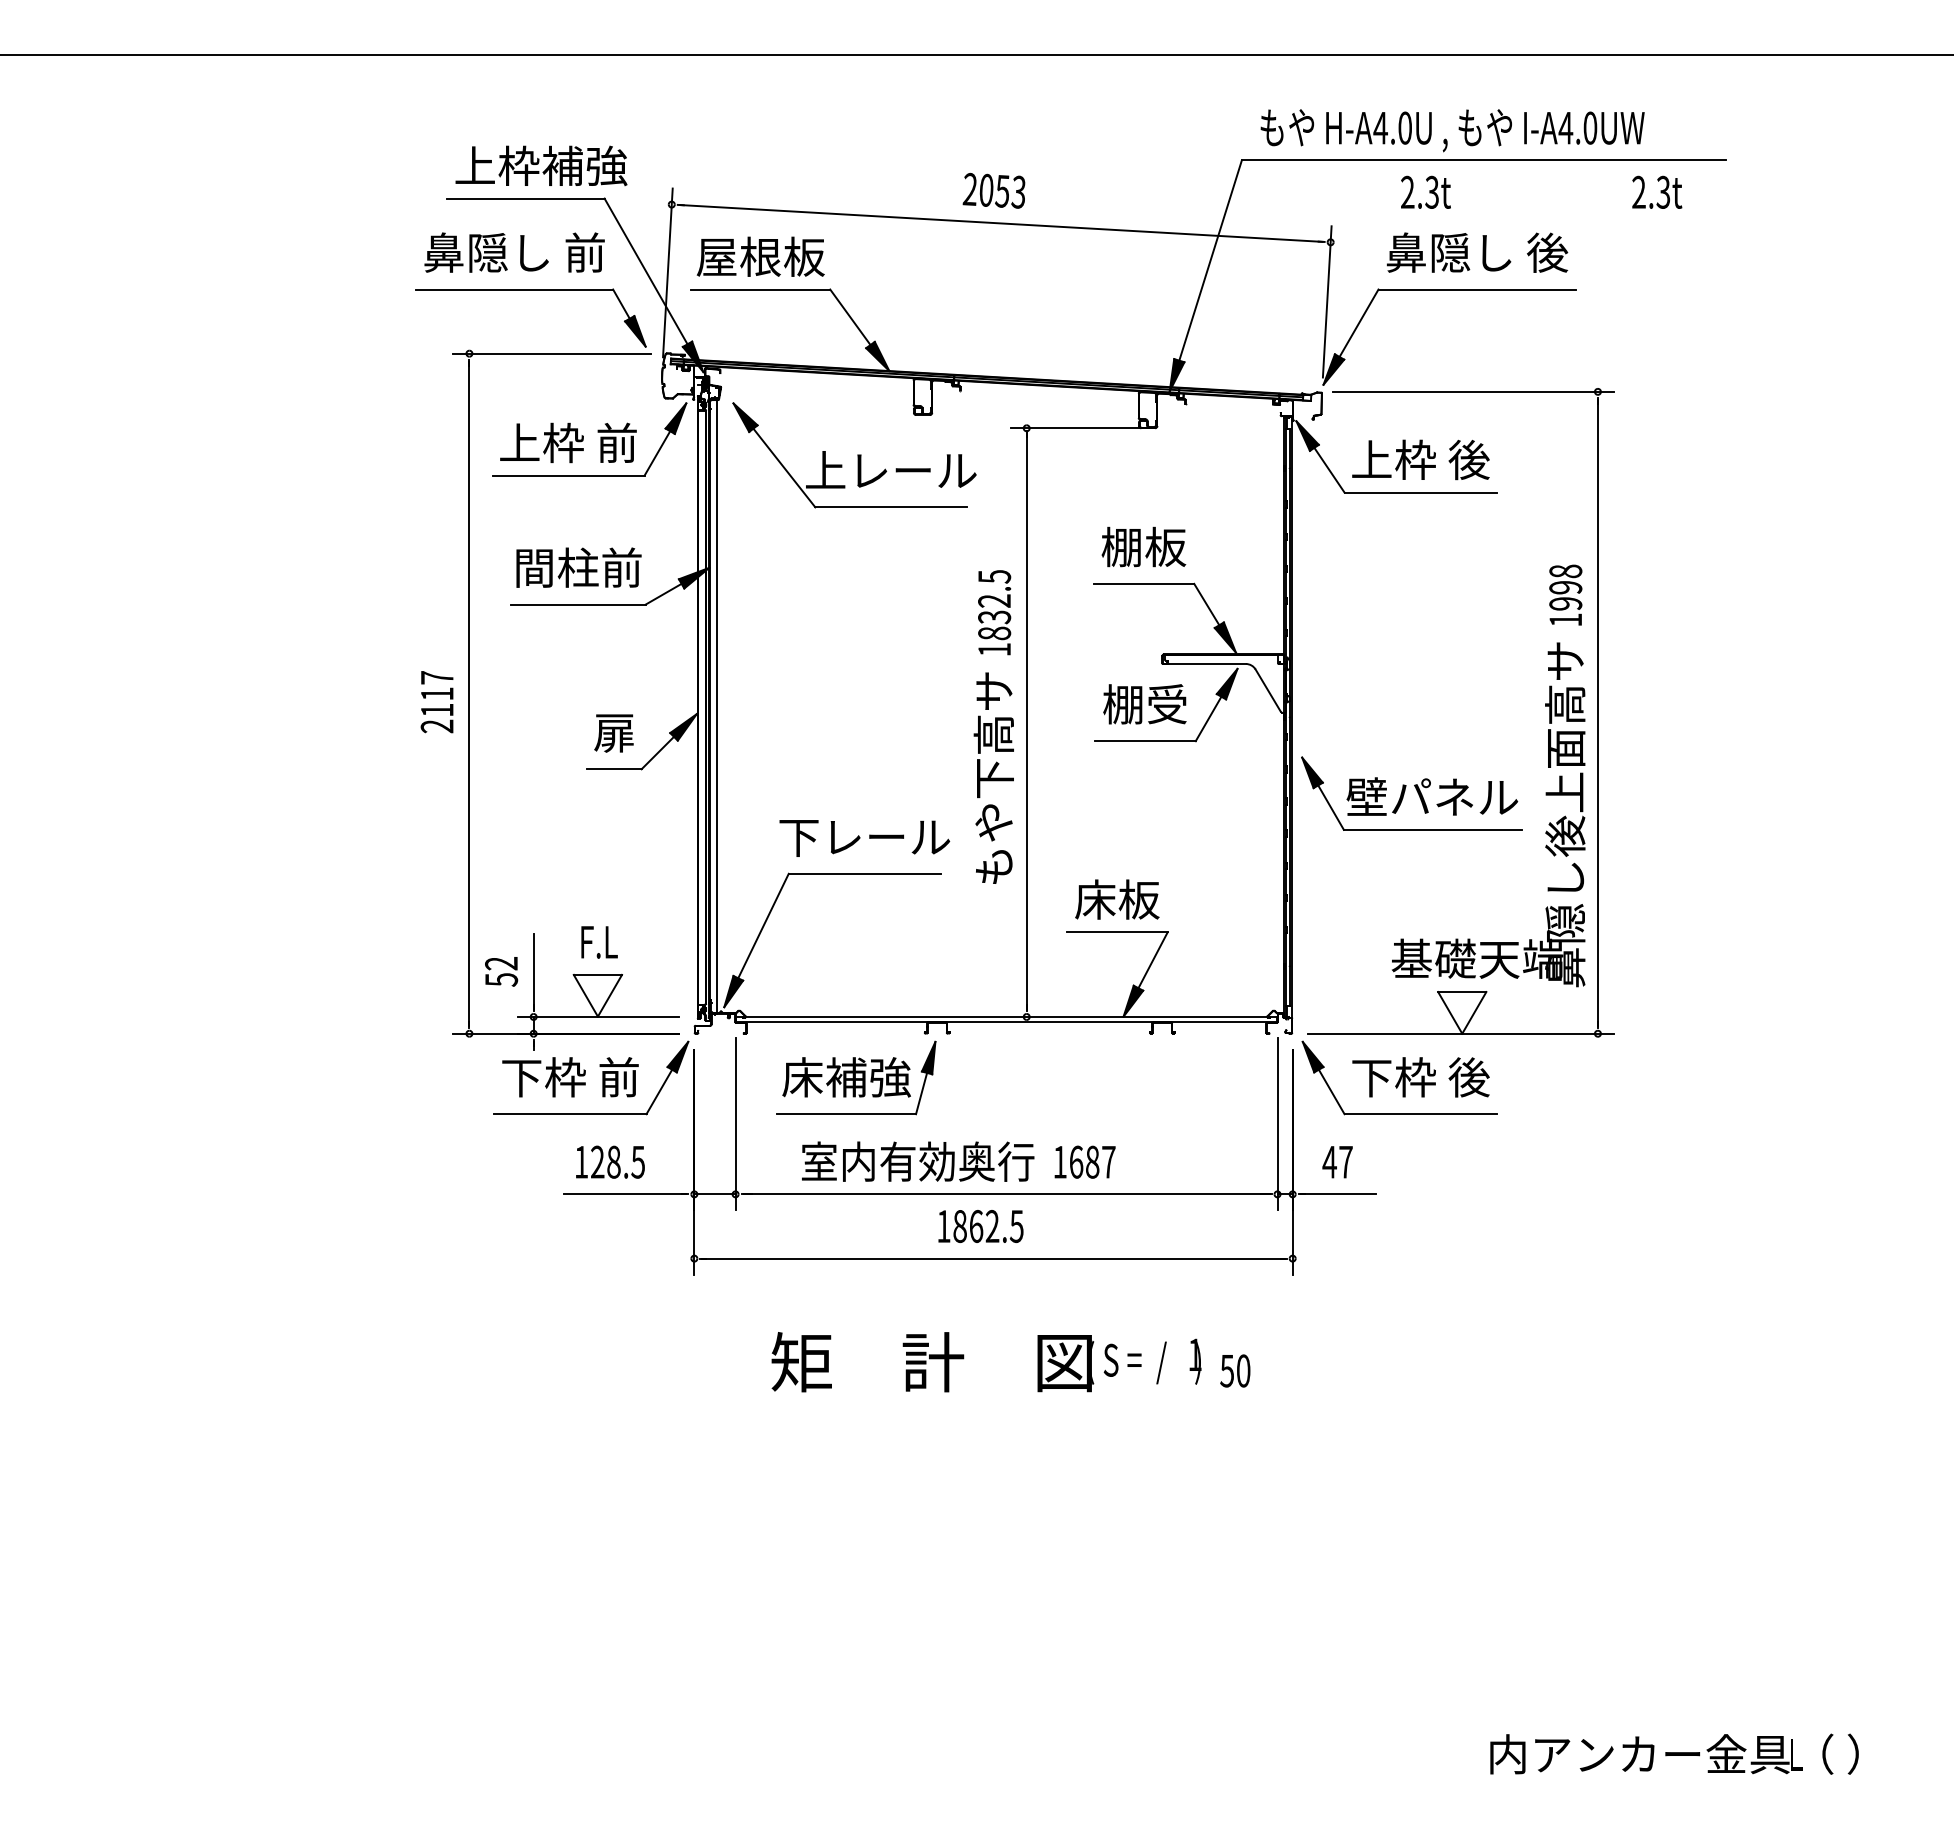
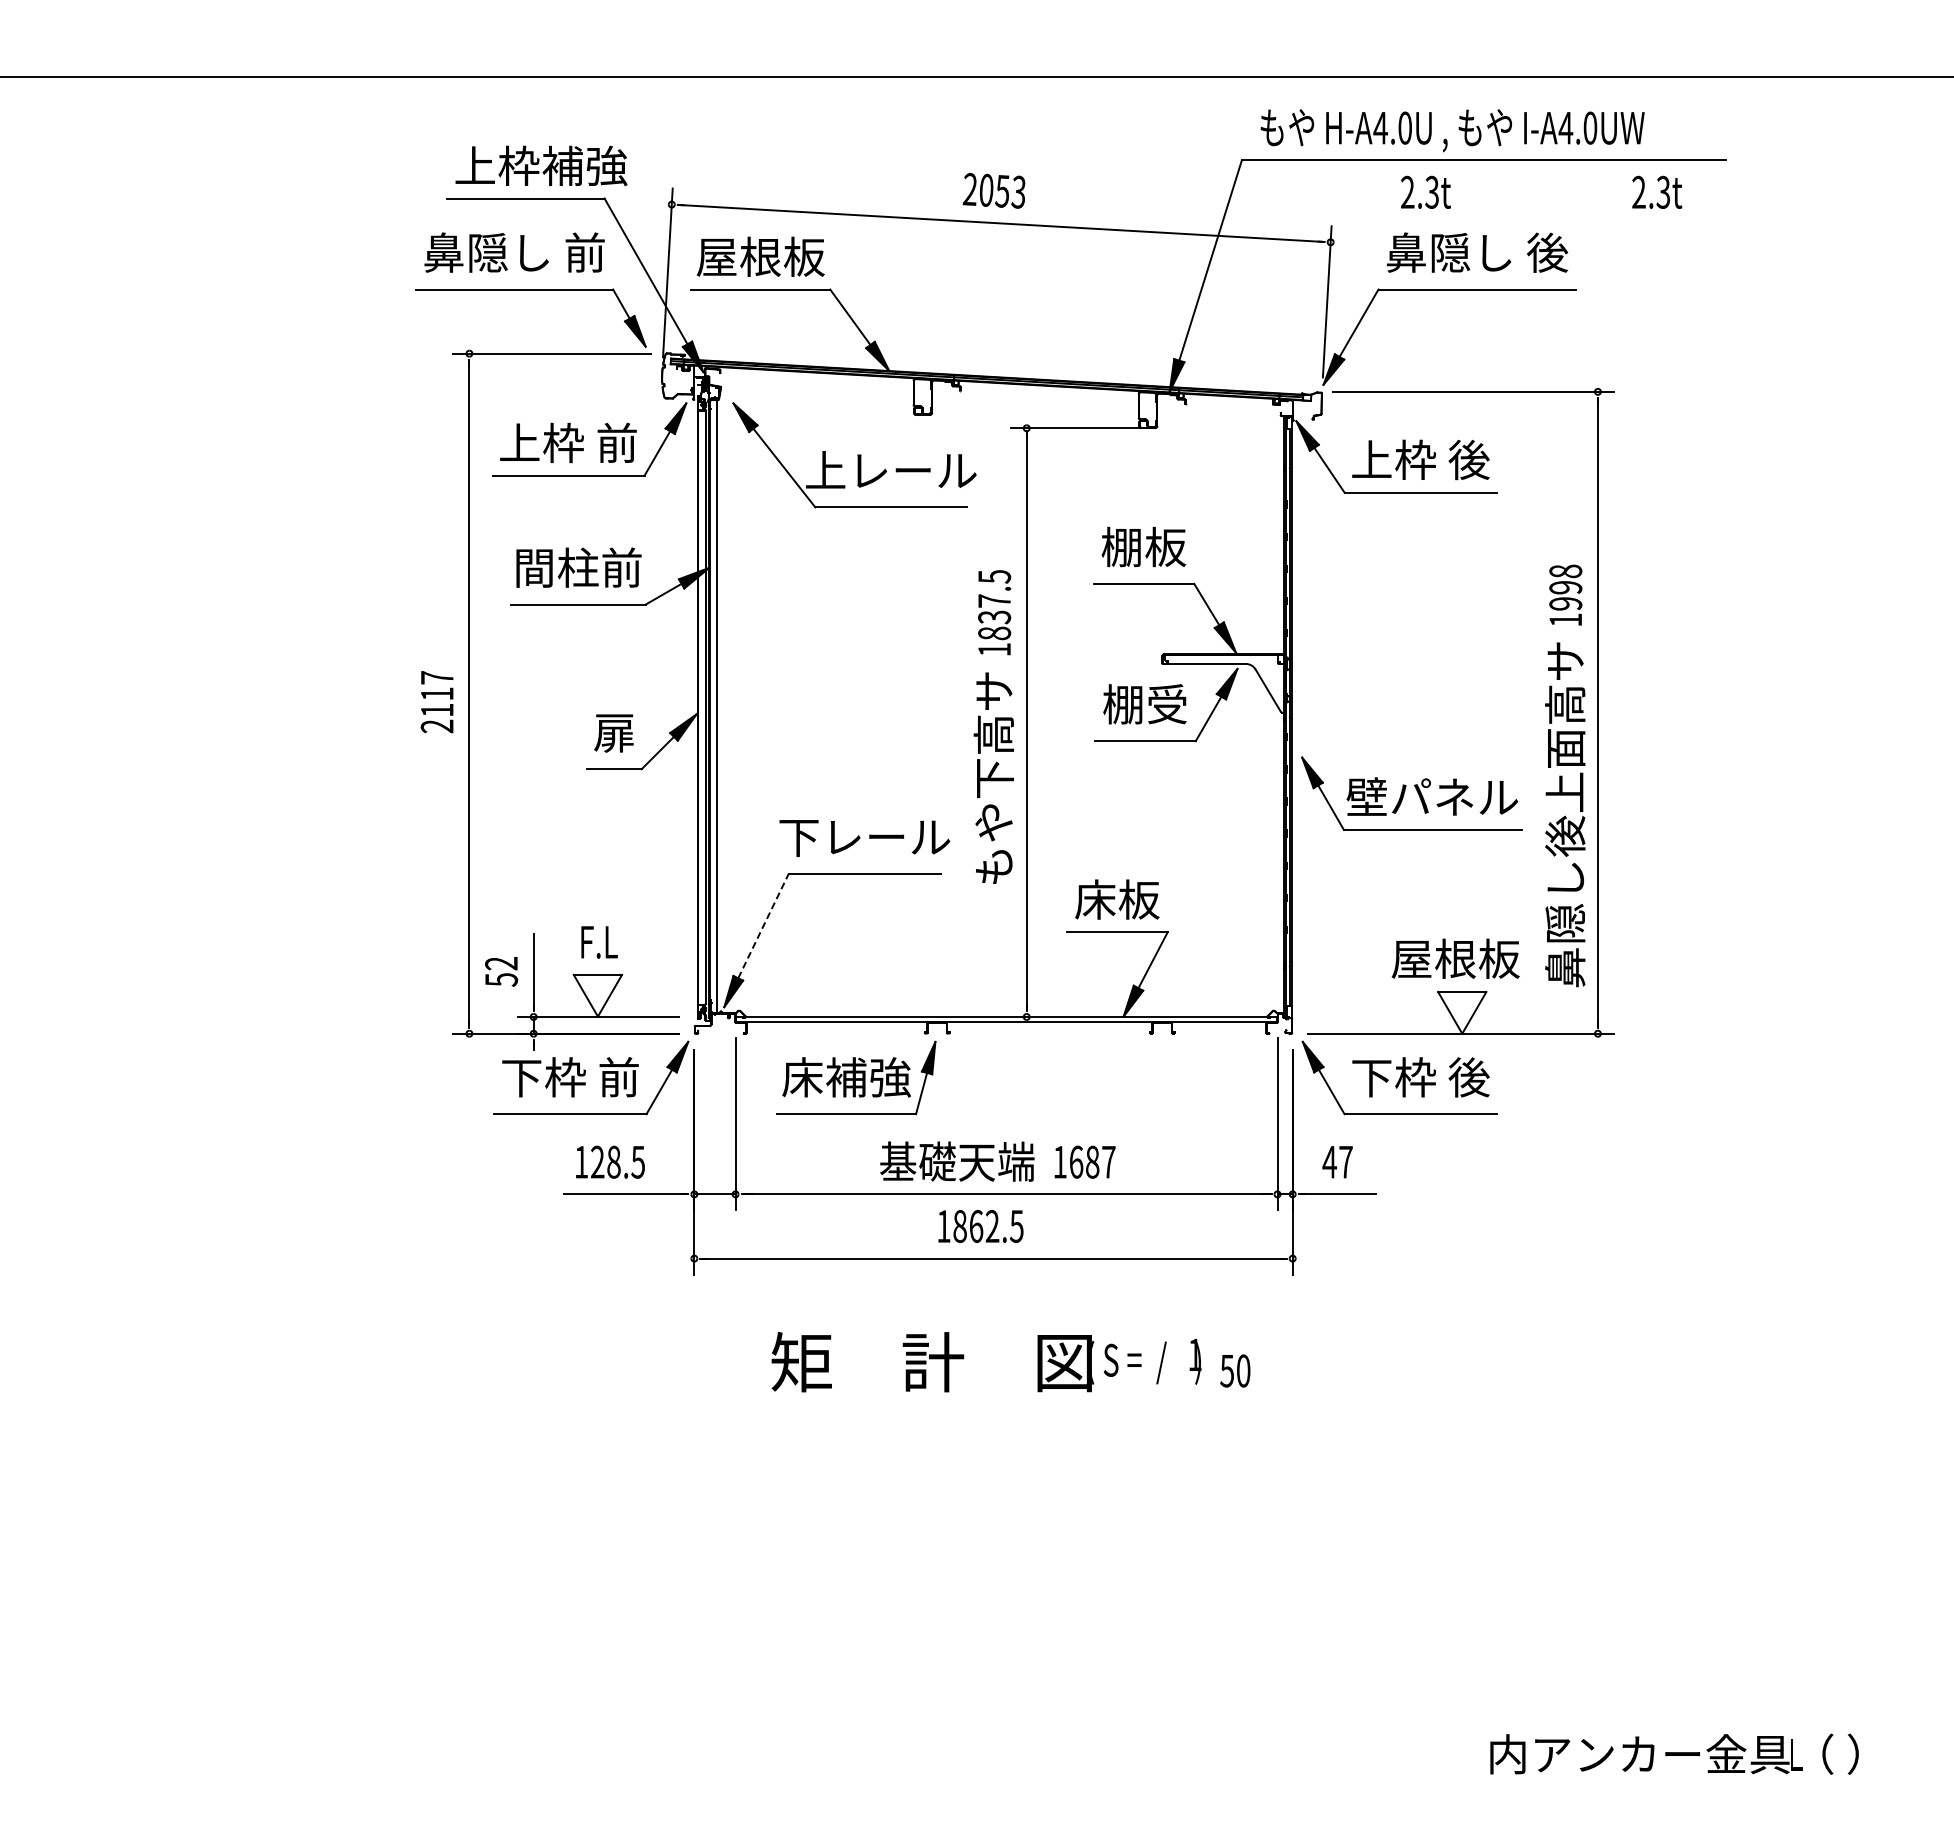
line at (976, 54) position: (976, 54) -> (976, 76)
text at (994, 600): 1832.5 -> 1837.5
line at (763, 926): solid -> dashed
text at (1477, 958): 基礎天端 -> 屋根板
text at (918, 1161): 室内有効奥行 -> 基礎天端
